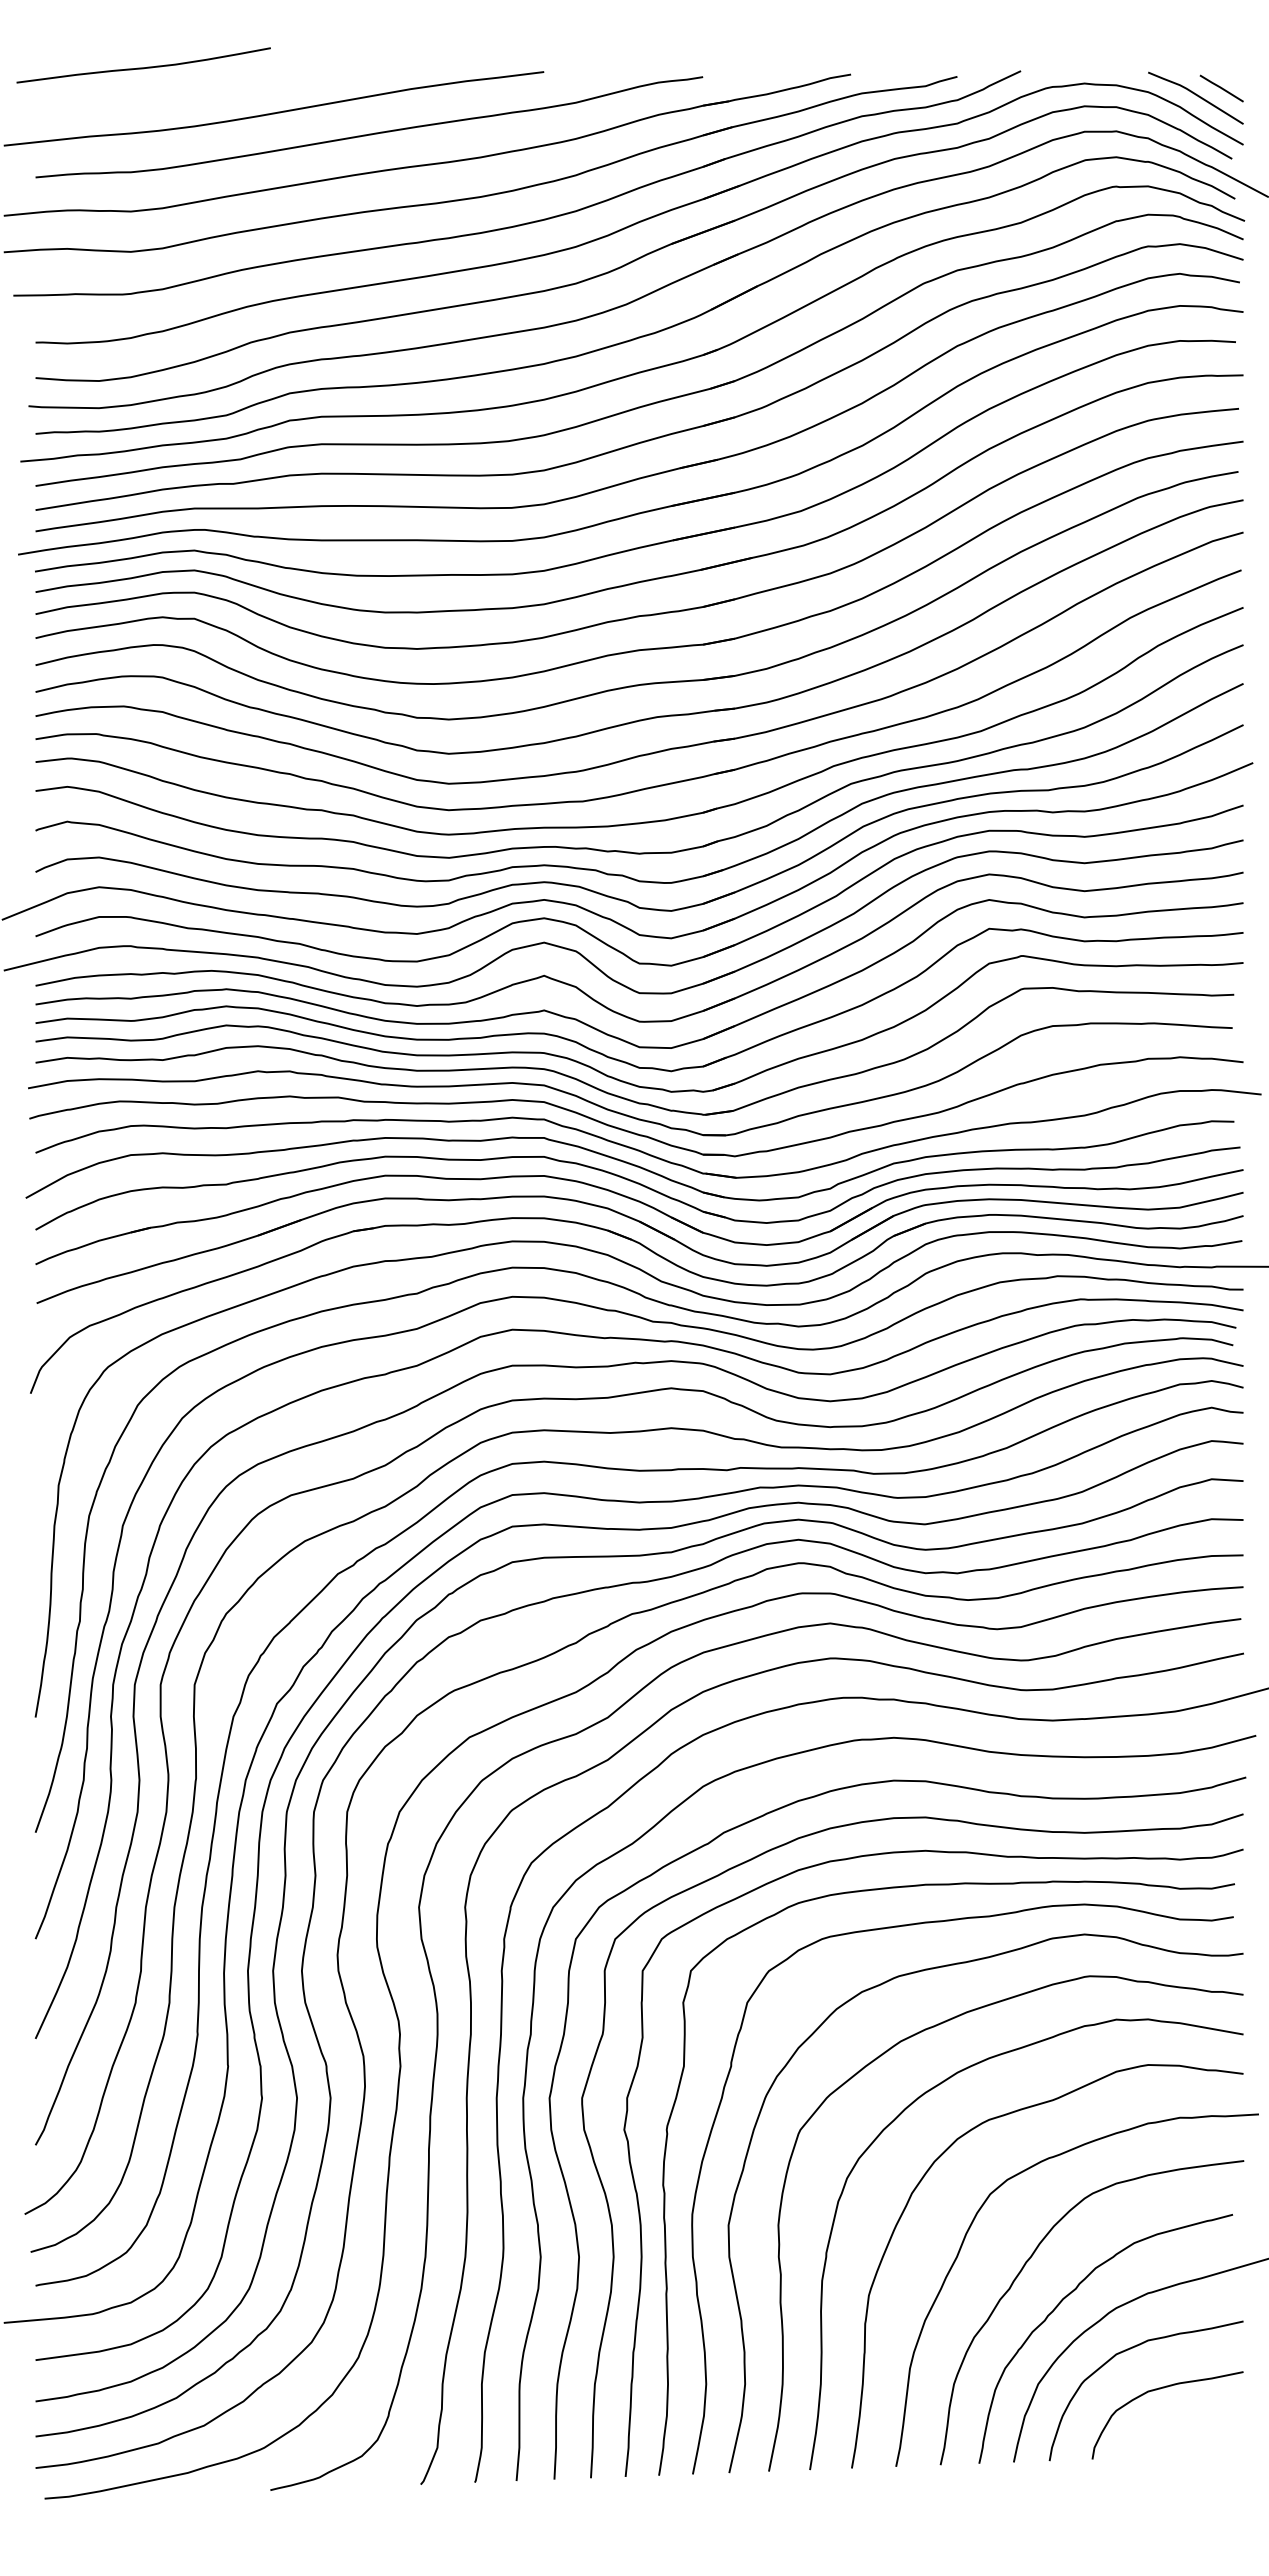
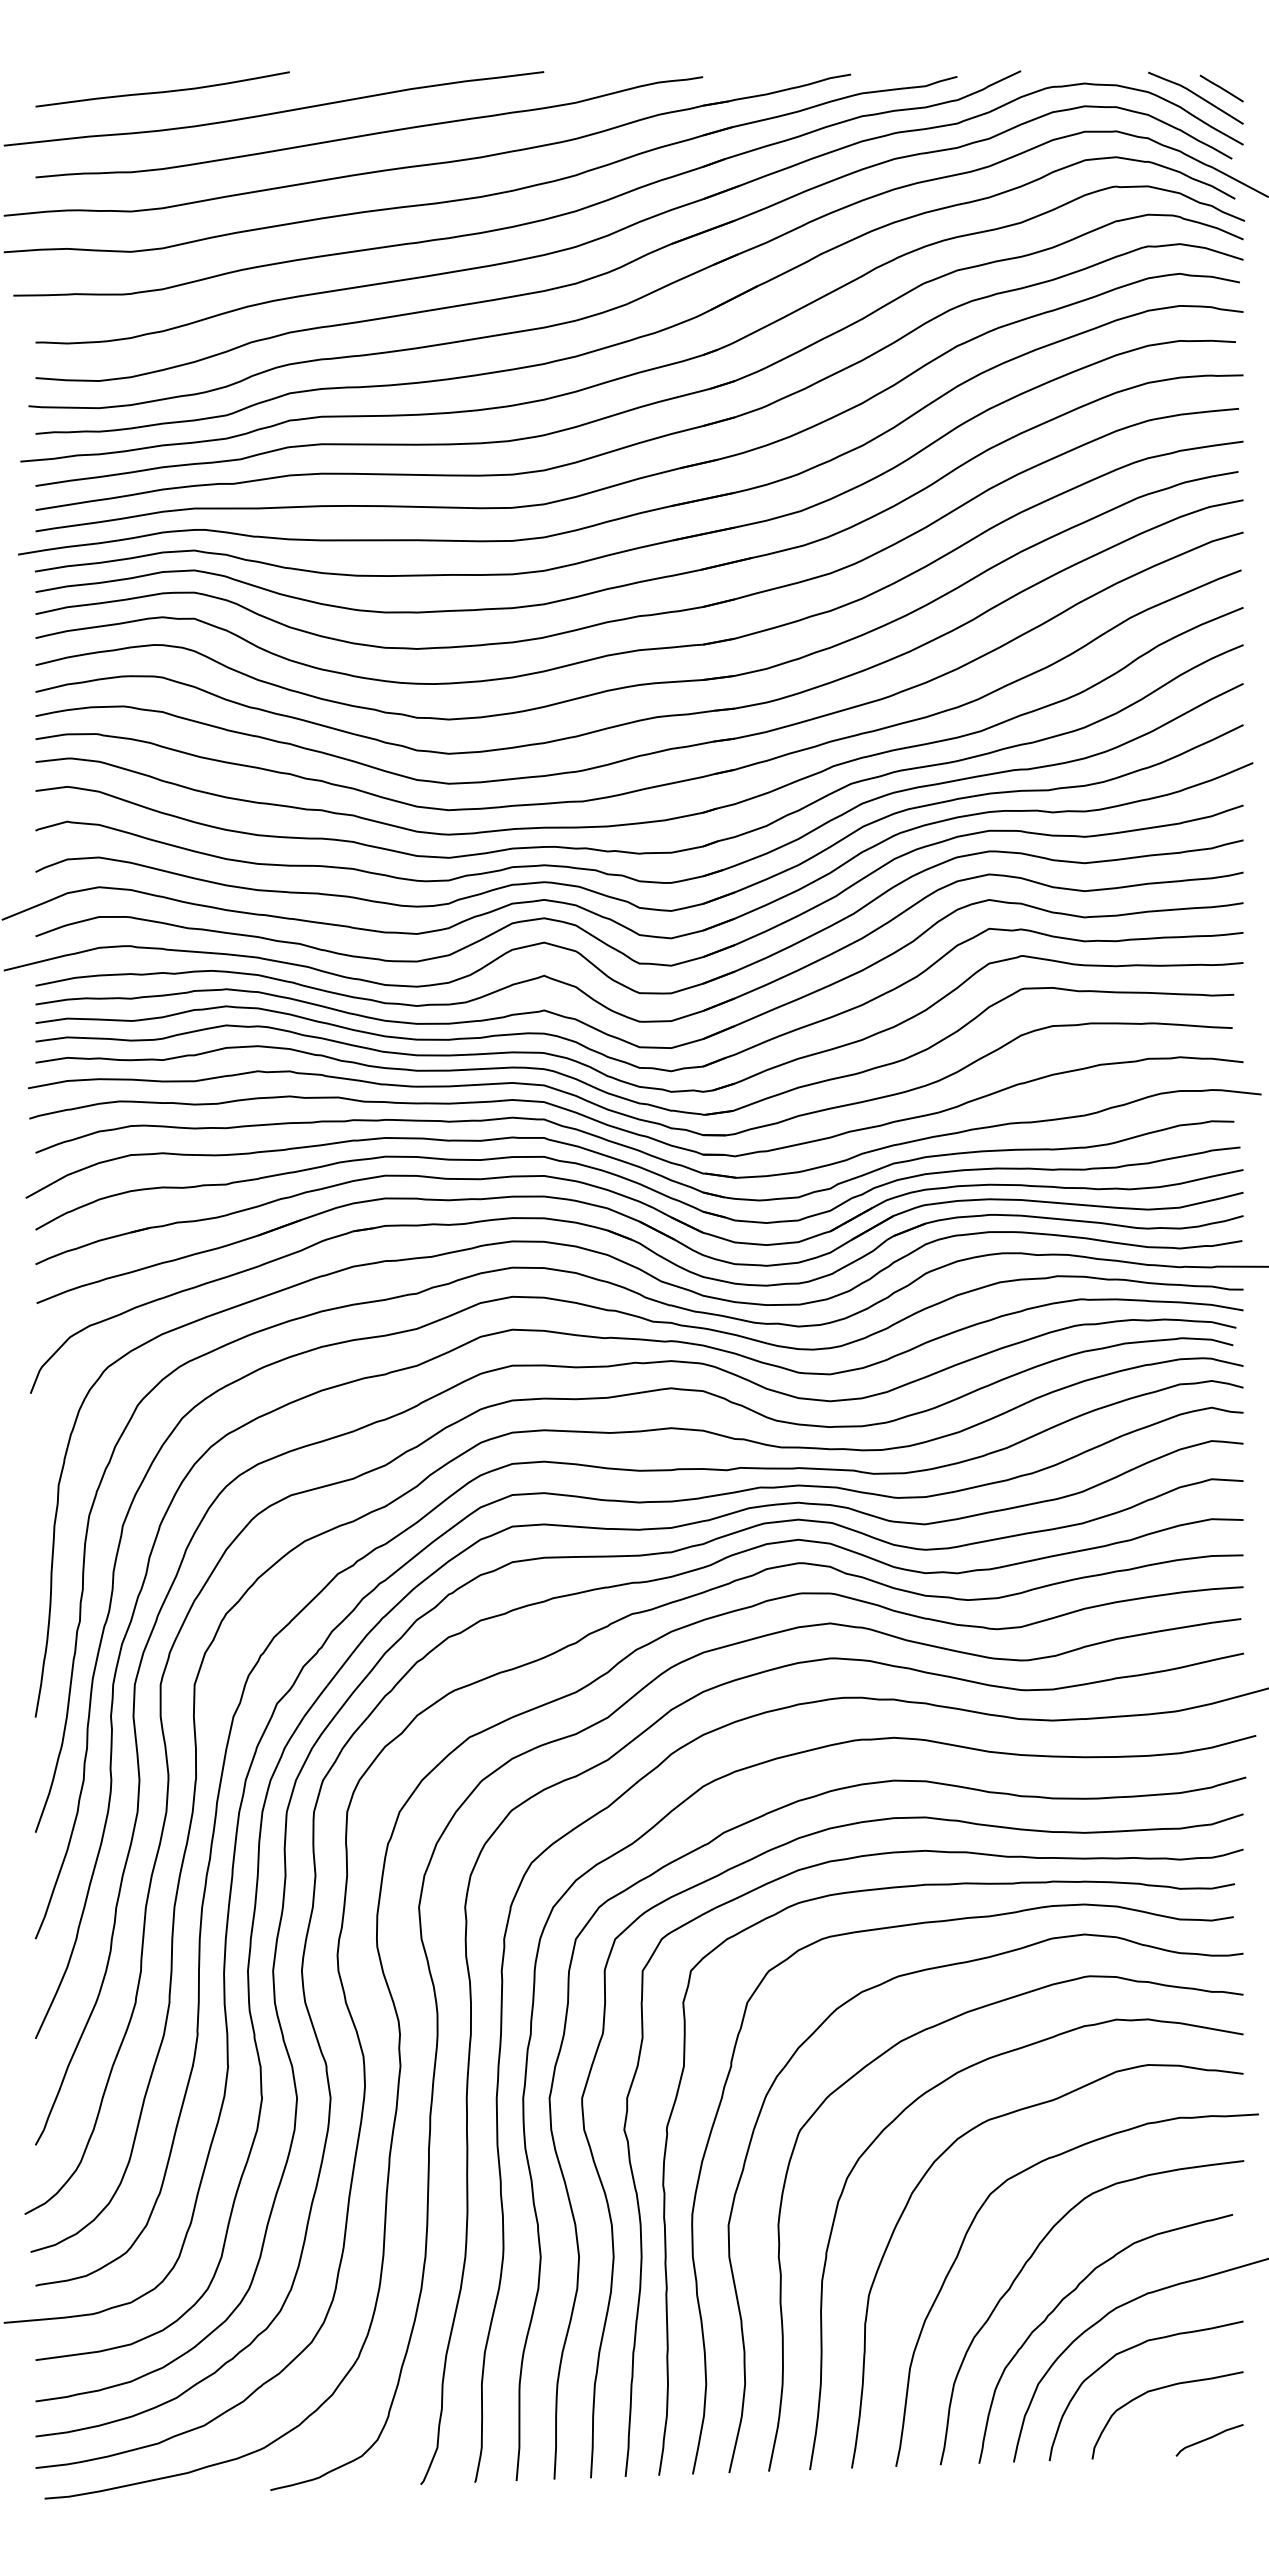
curve at (143, 67) position: (143, 67) -> (162, 91)
curve at (1209, 2439): none -> present
